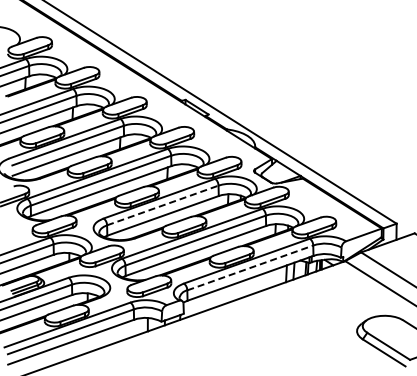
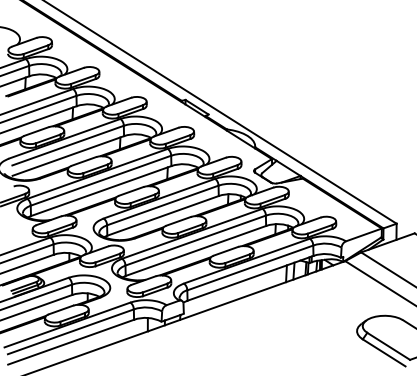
line at (163, 205): dashed -> solid
line at (250, 267): dashed -> solid
